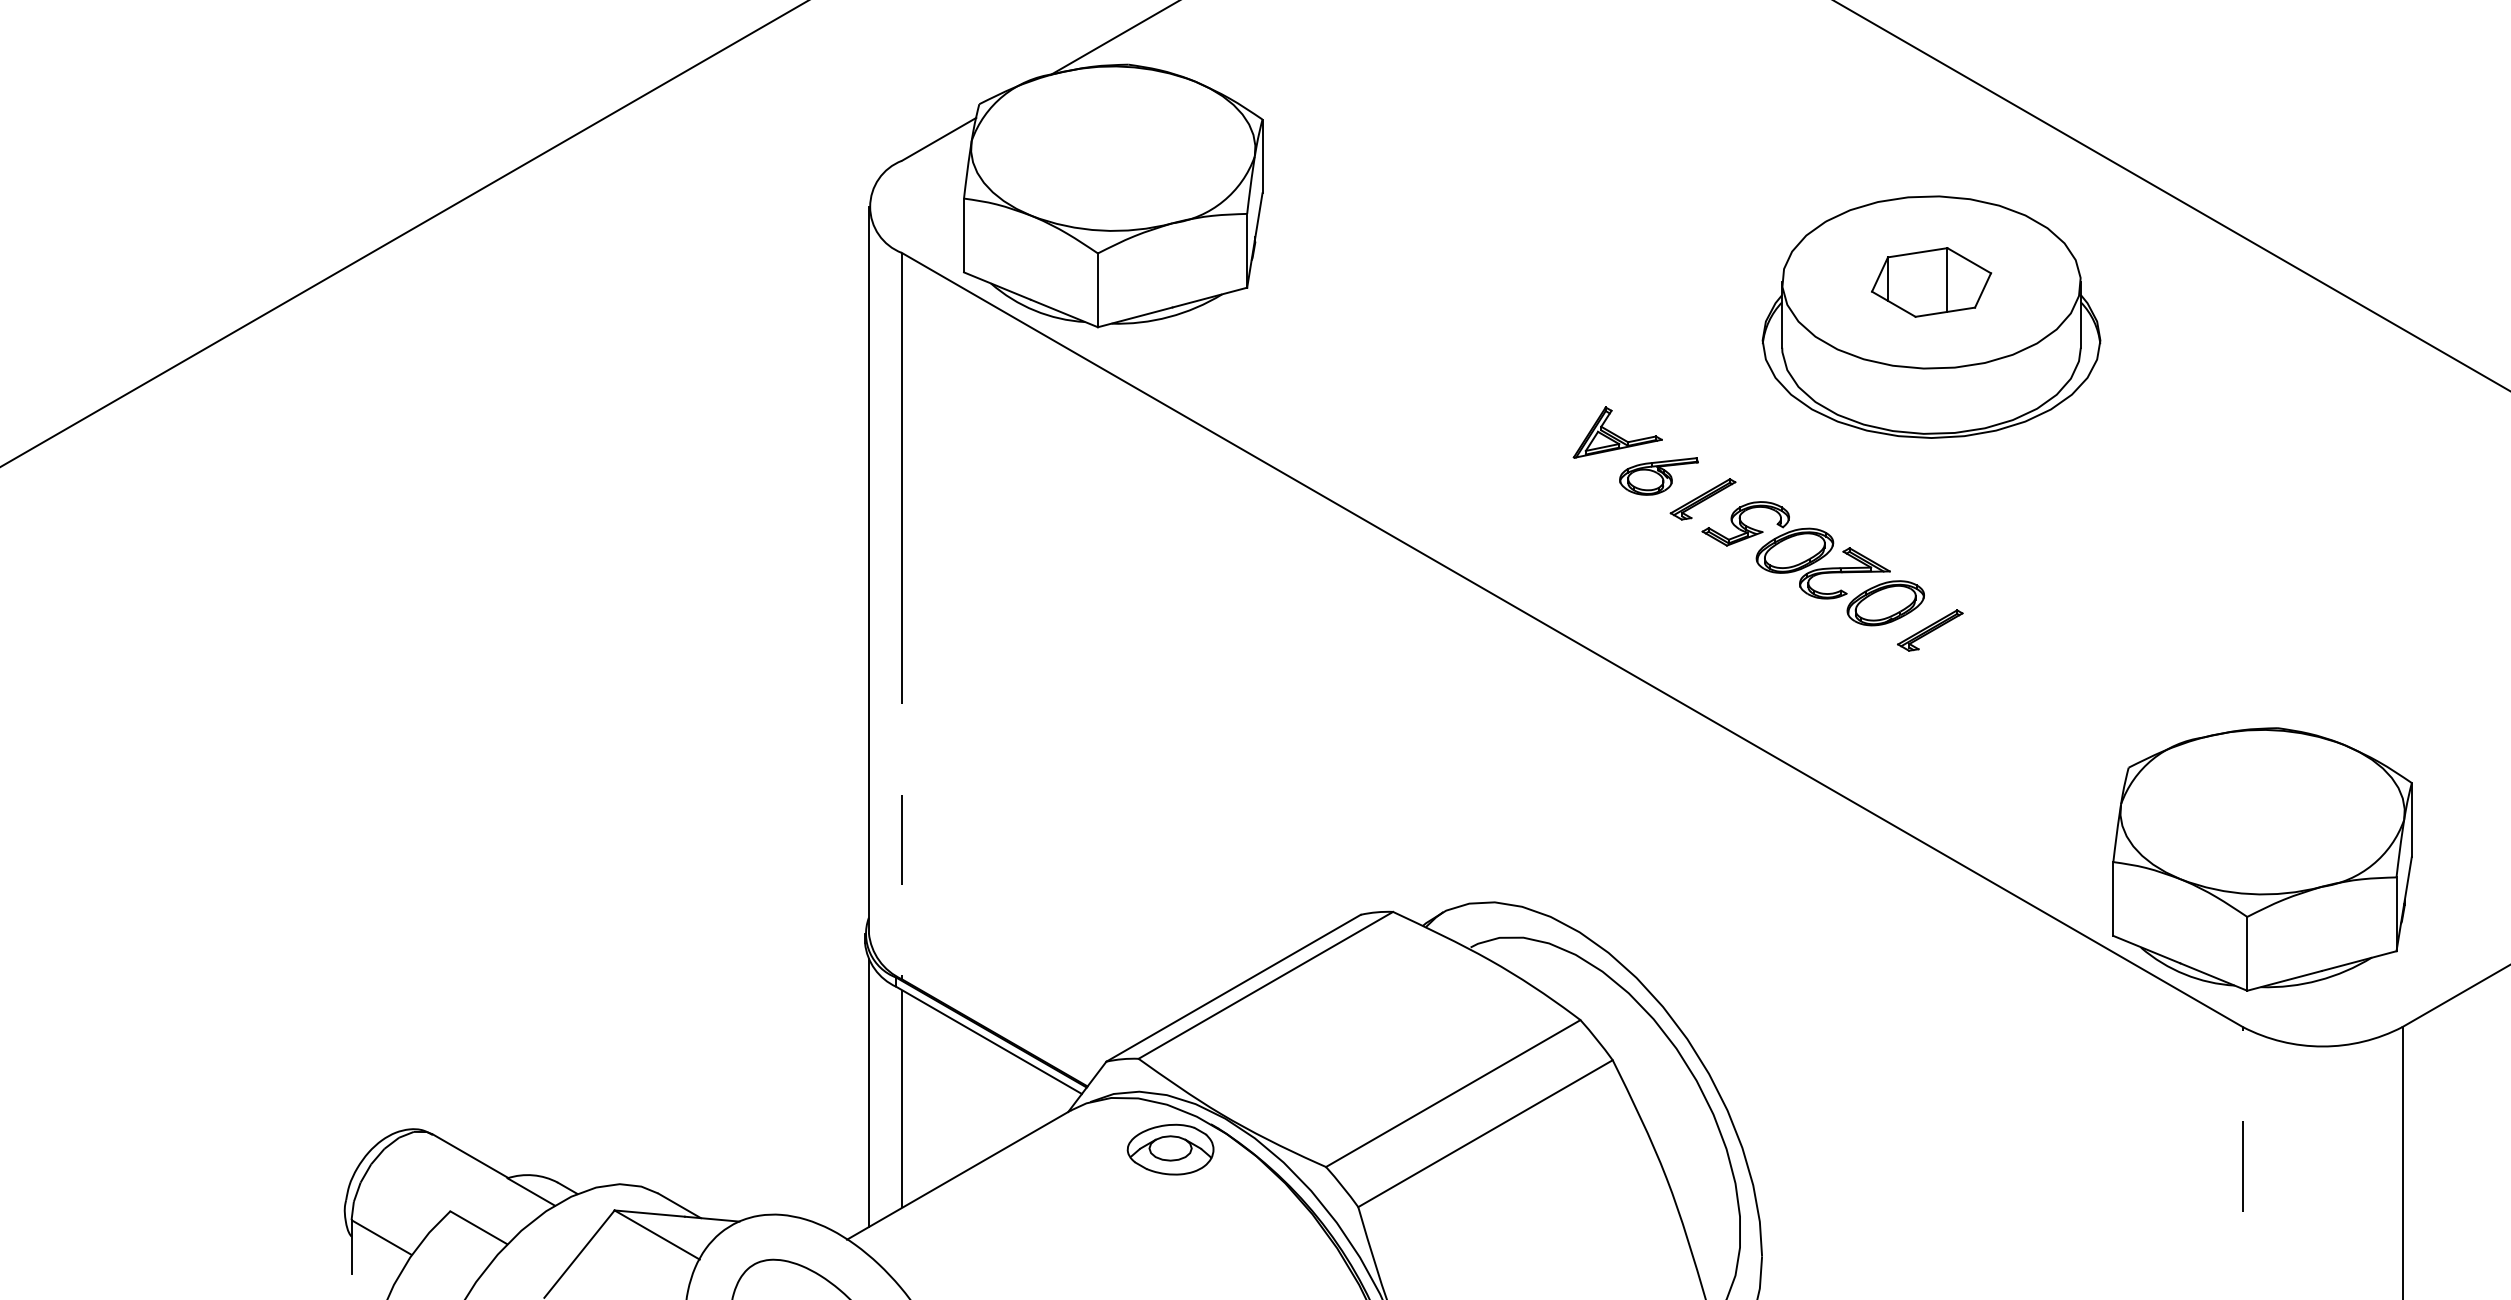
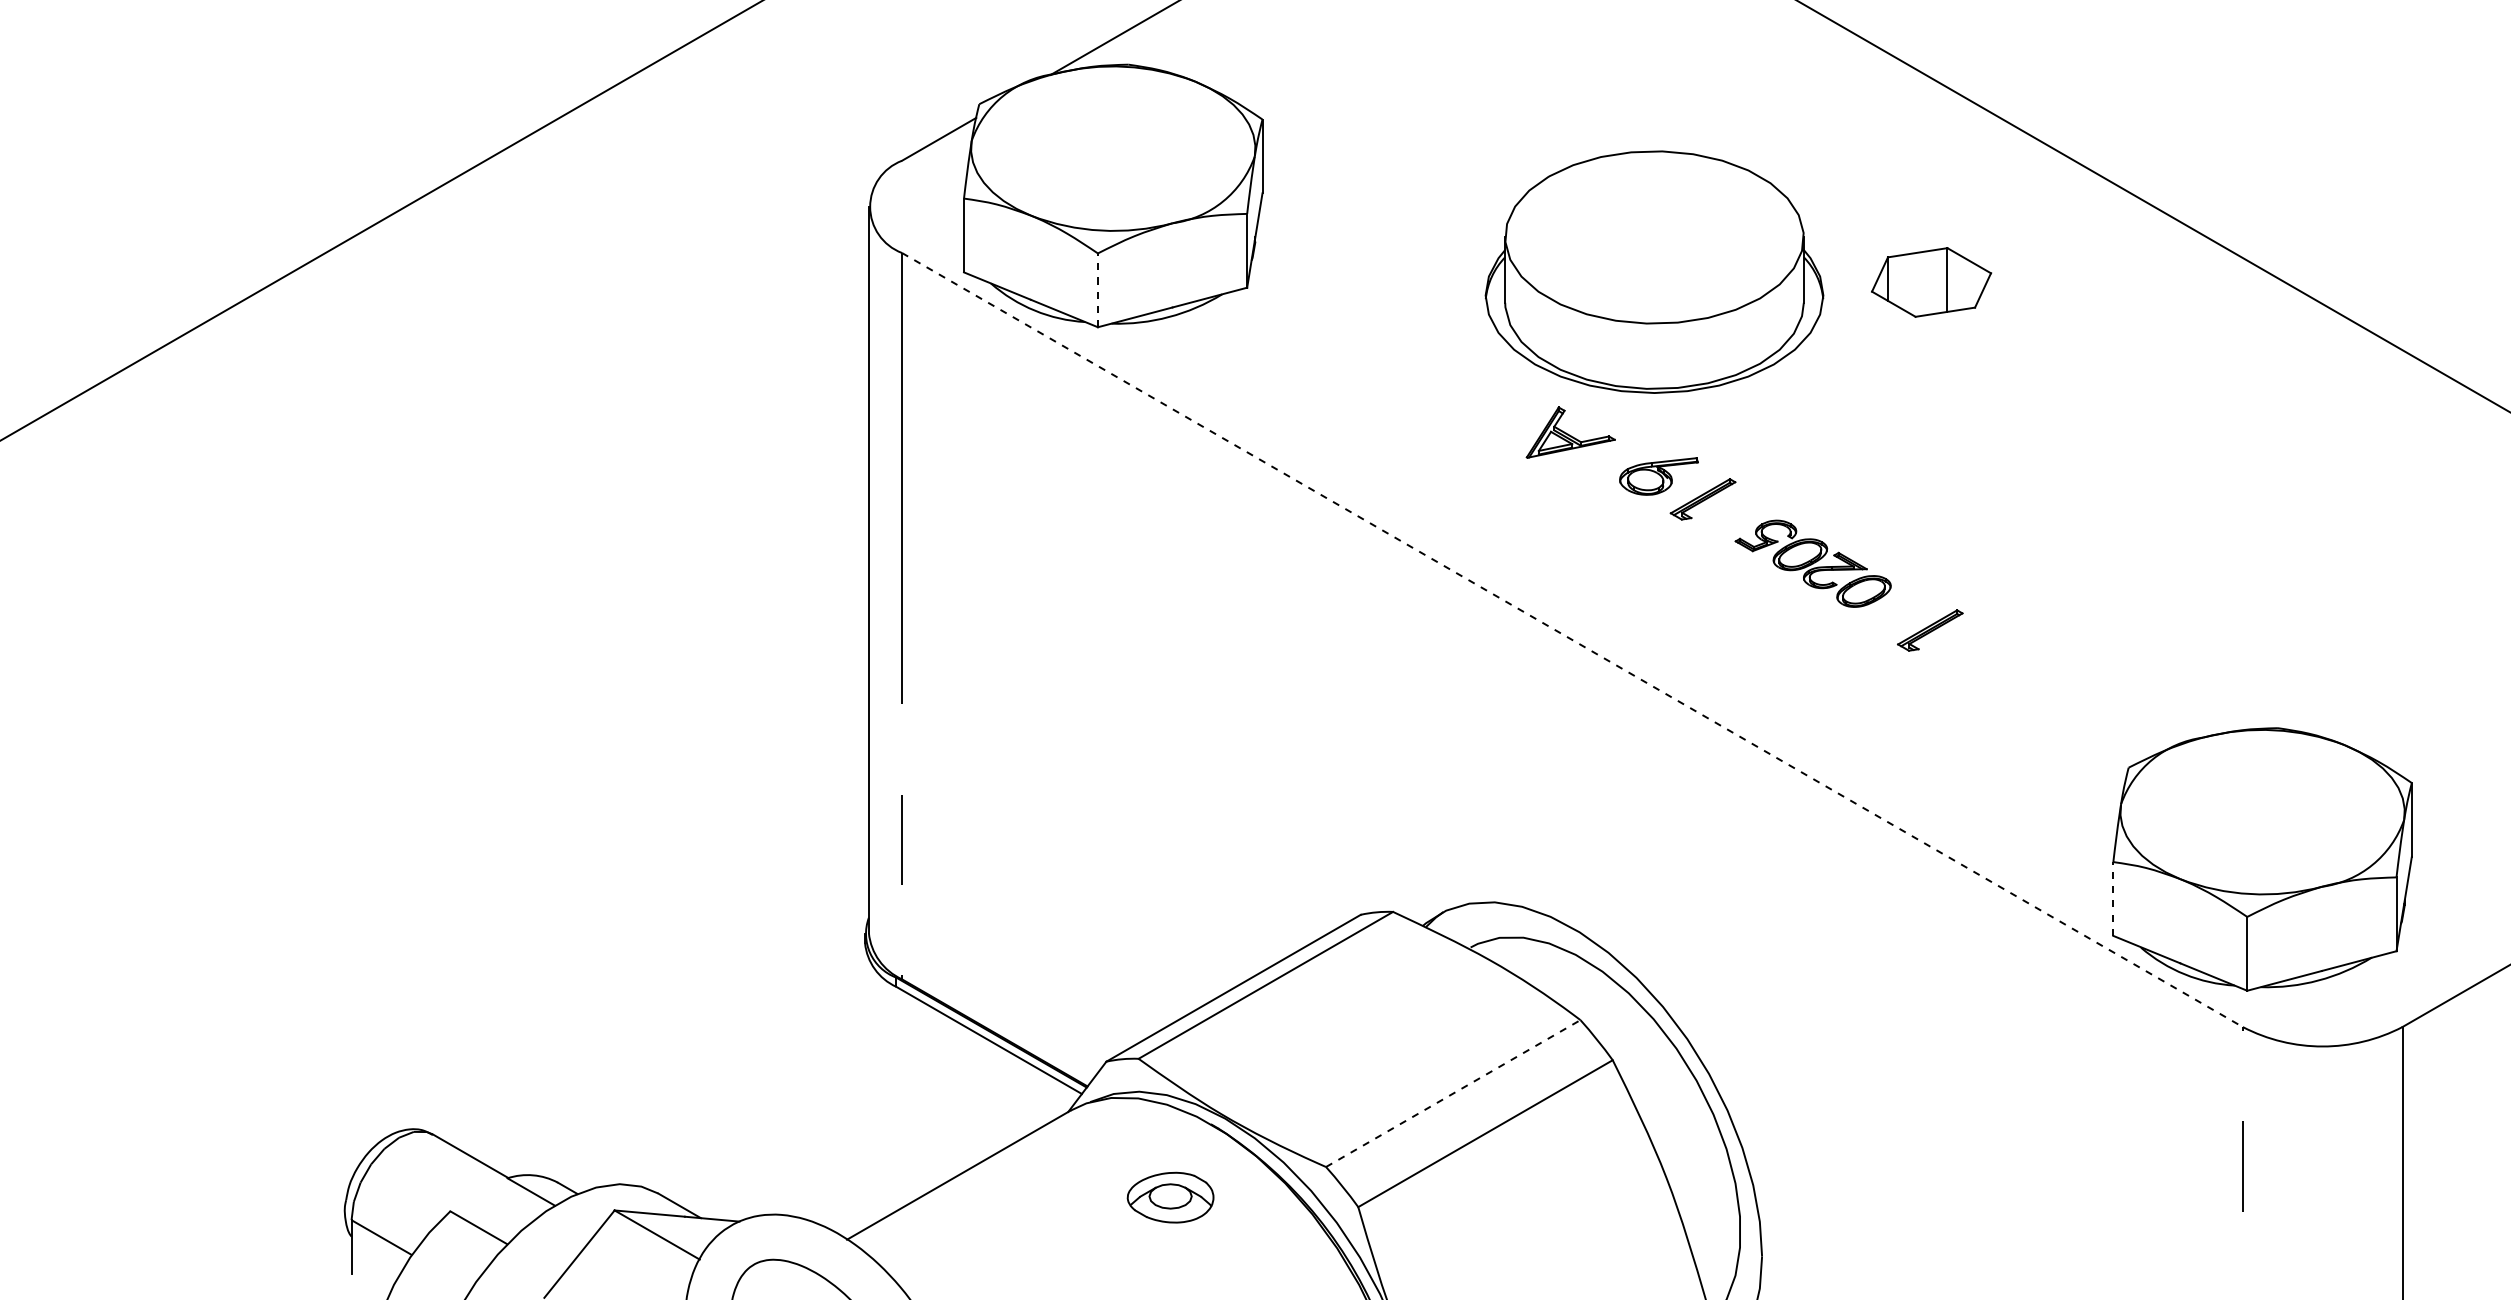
line at (2171, 195) position: (2171, 195) -> (2153, 206)
line at (403, 233) position: (403, 233) -> (380, 220)
line at (1097, 290): solid -> dashed
part at (1931, 316) position: (1931, 316) -> (1654, 271)
part at (1617, 432) position: (1617, 432) -> (1570, 432)
part at (1812, 563) size: 224x126 px -> 158x89 px
line at (1572, 640): solid -> dashed
line at (2113, 898): solid -> dashed
line at (868, 1093): present -> none
line at (1453, 1093): solid -> dashed
line at (901, 1099): present -> none
part at (1170, 1149) position: (1170, 1149) -> (1170, 1197)
